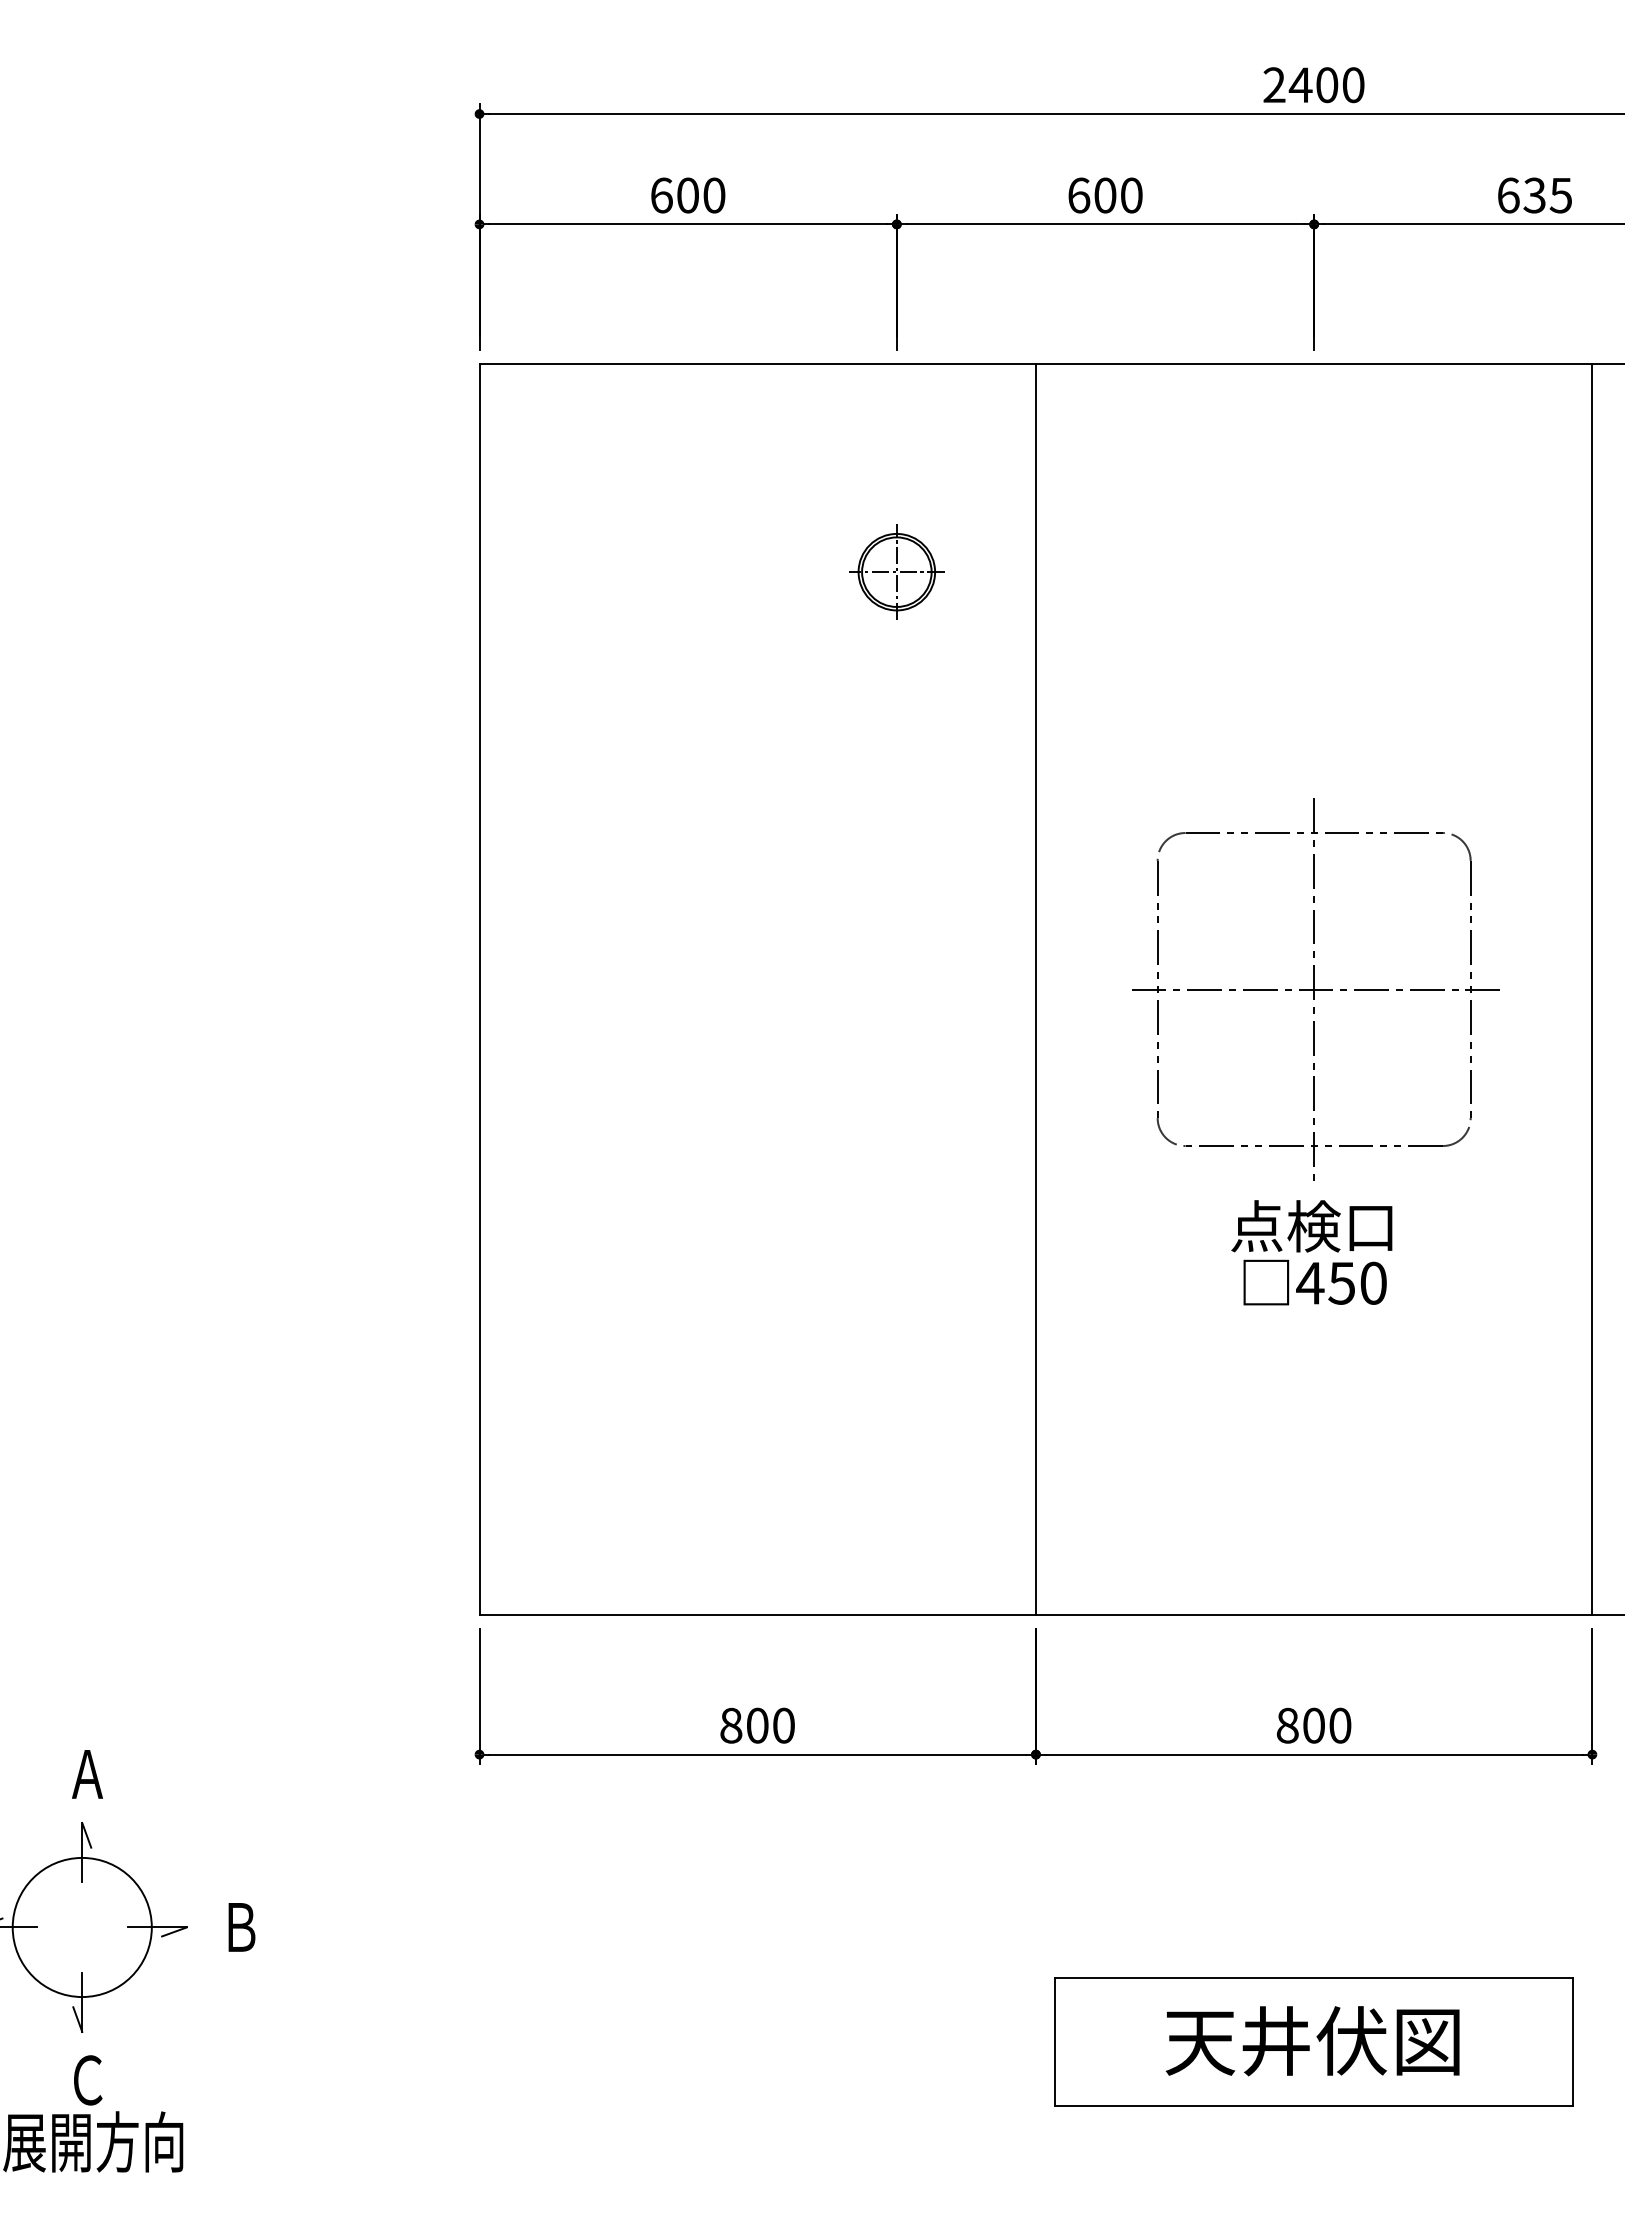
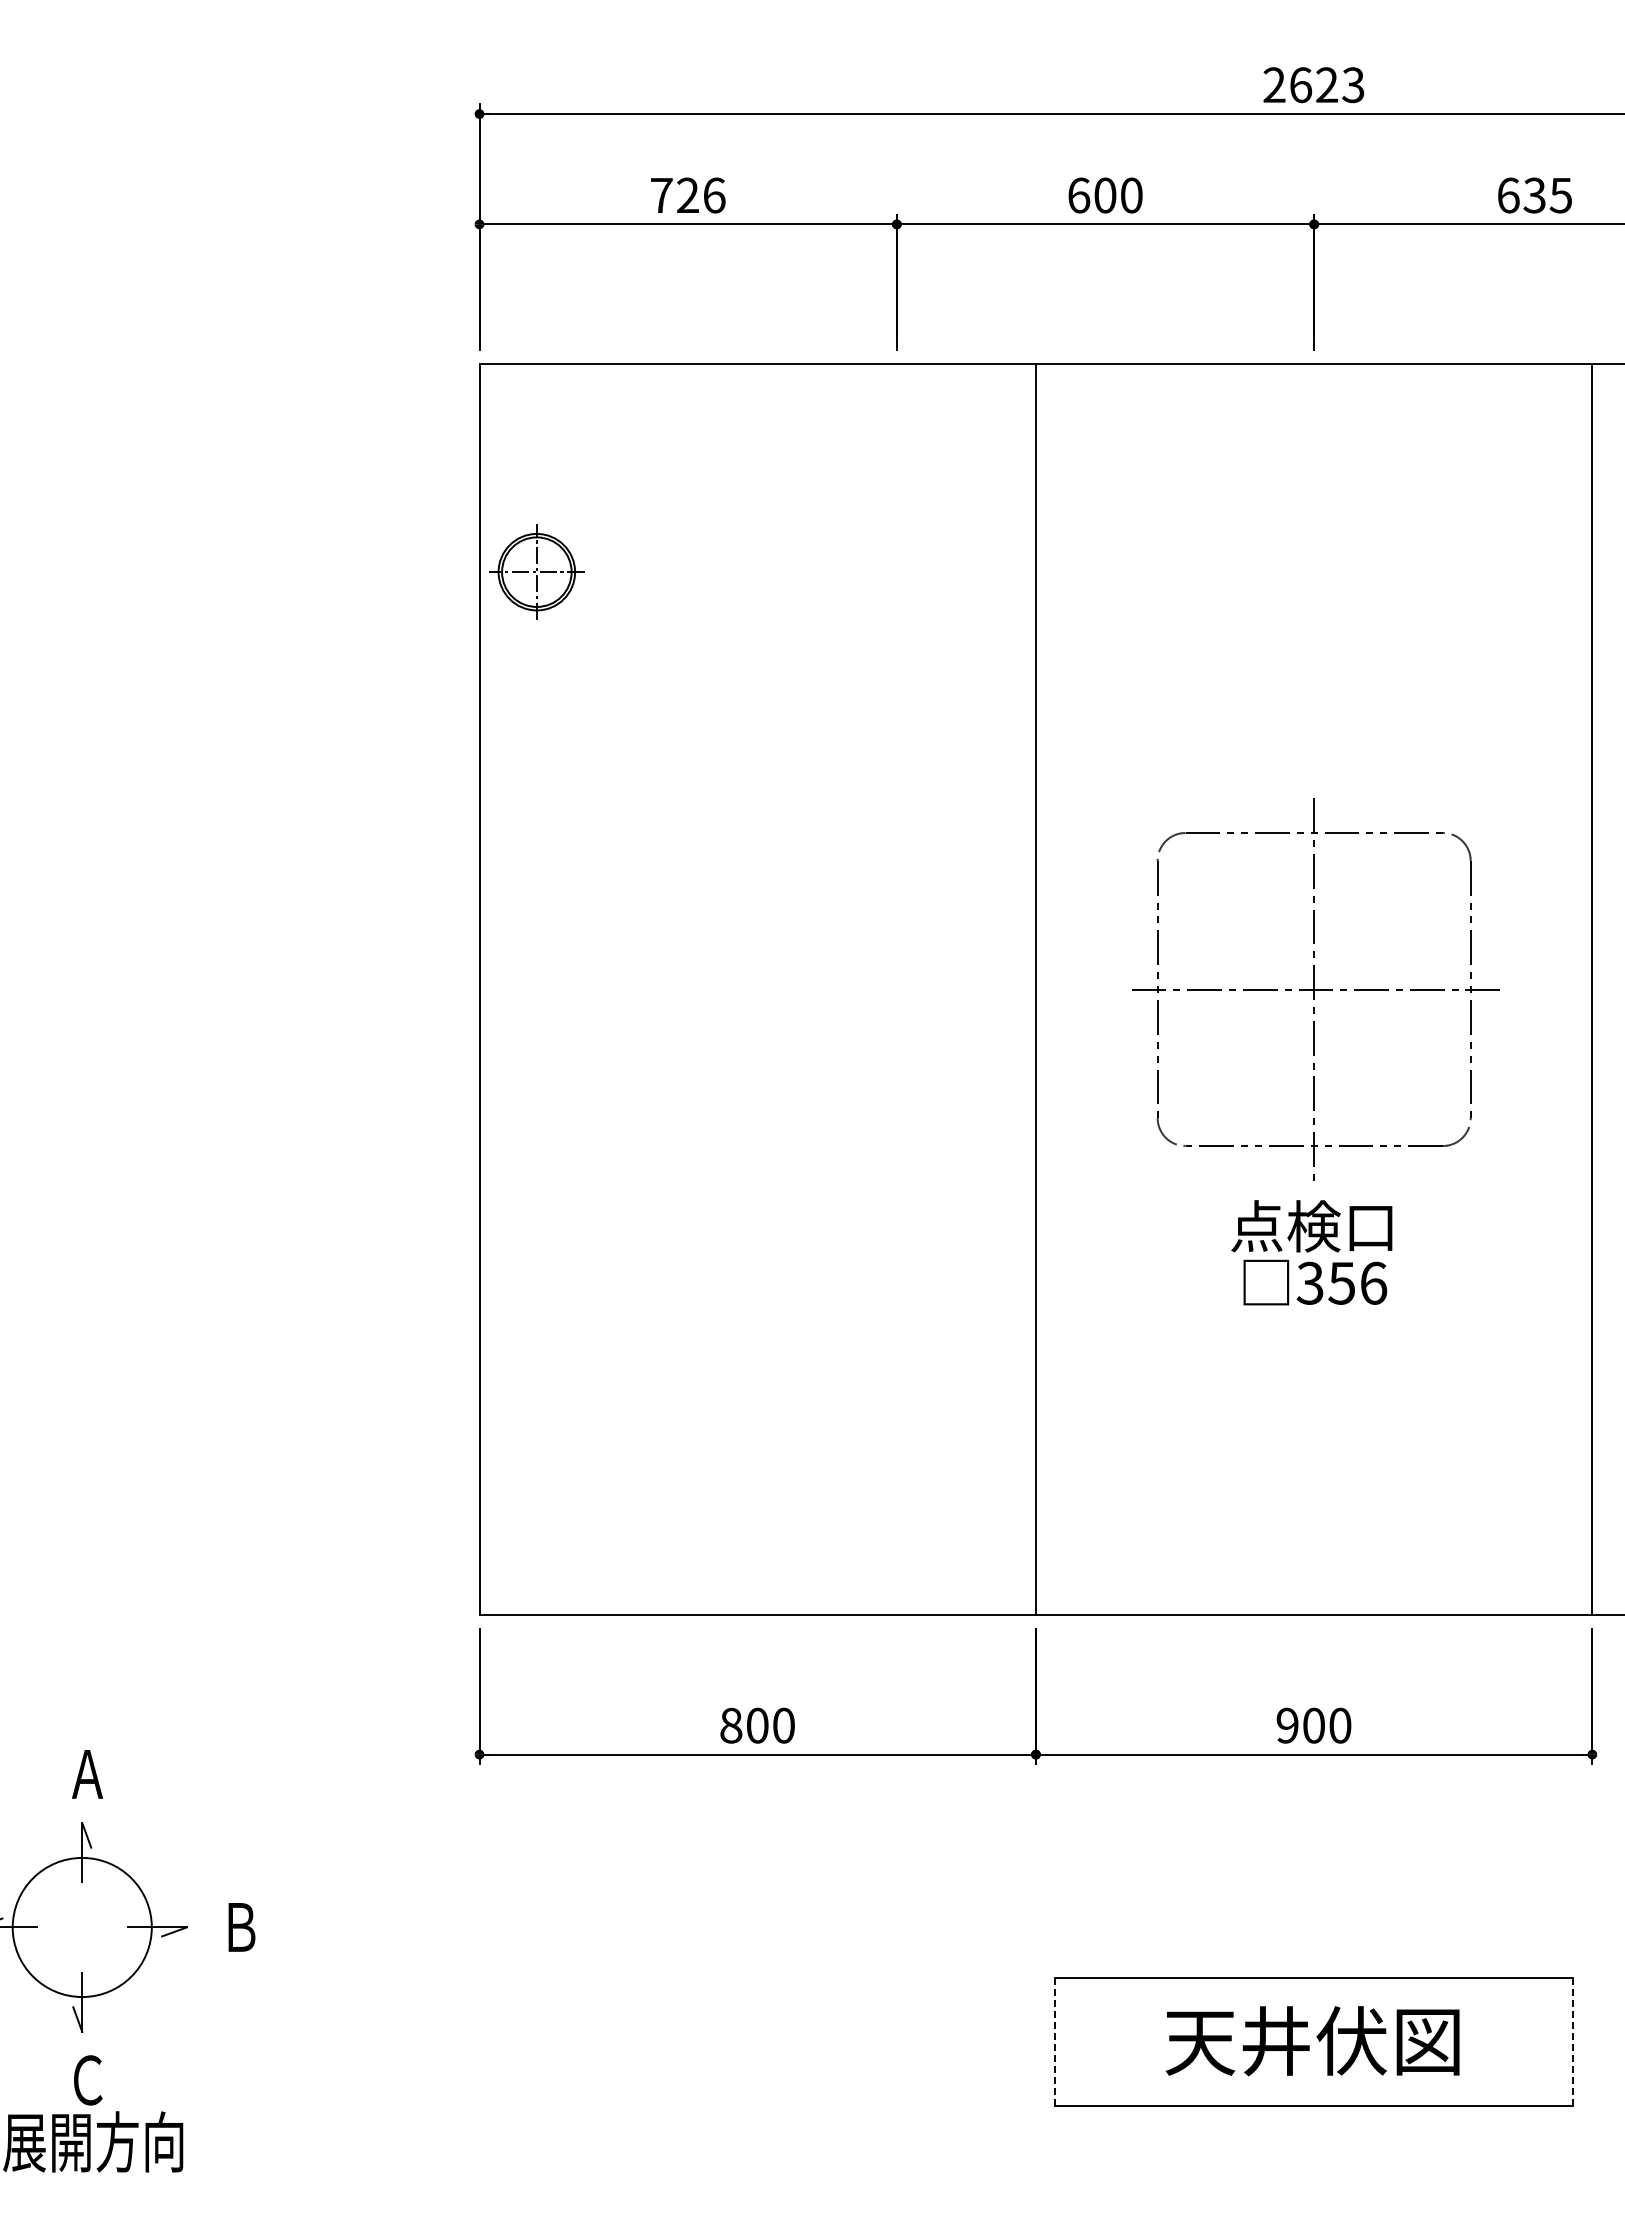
text at (1326, 85): 2400 -> 2623
text at (688, 195): 600 -> 726
part at (896, 571) position: (896, 571) -> (536, 571)
text at (1341, 1282): 450 -> 356
text at (1287, 1725): 800 -> 900
line at (1055, 2041): solid -> dashed
line at (1573, 2041): solid -> dashed
